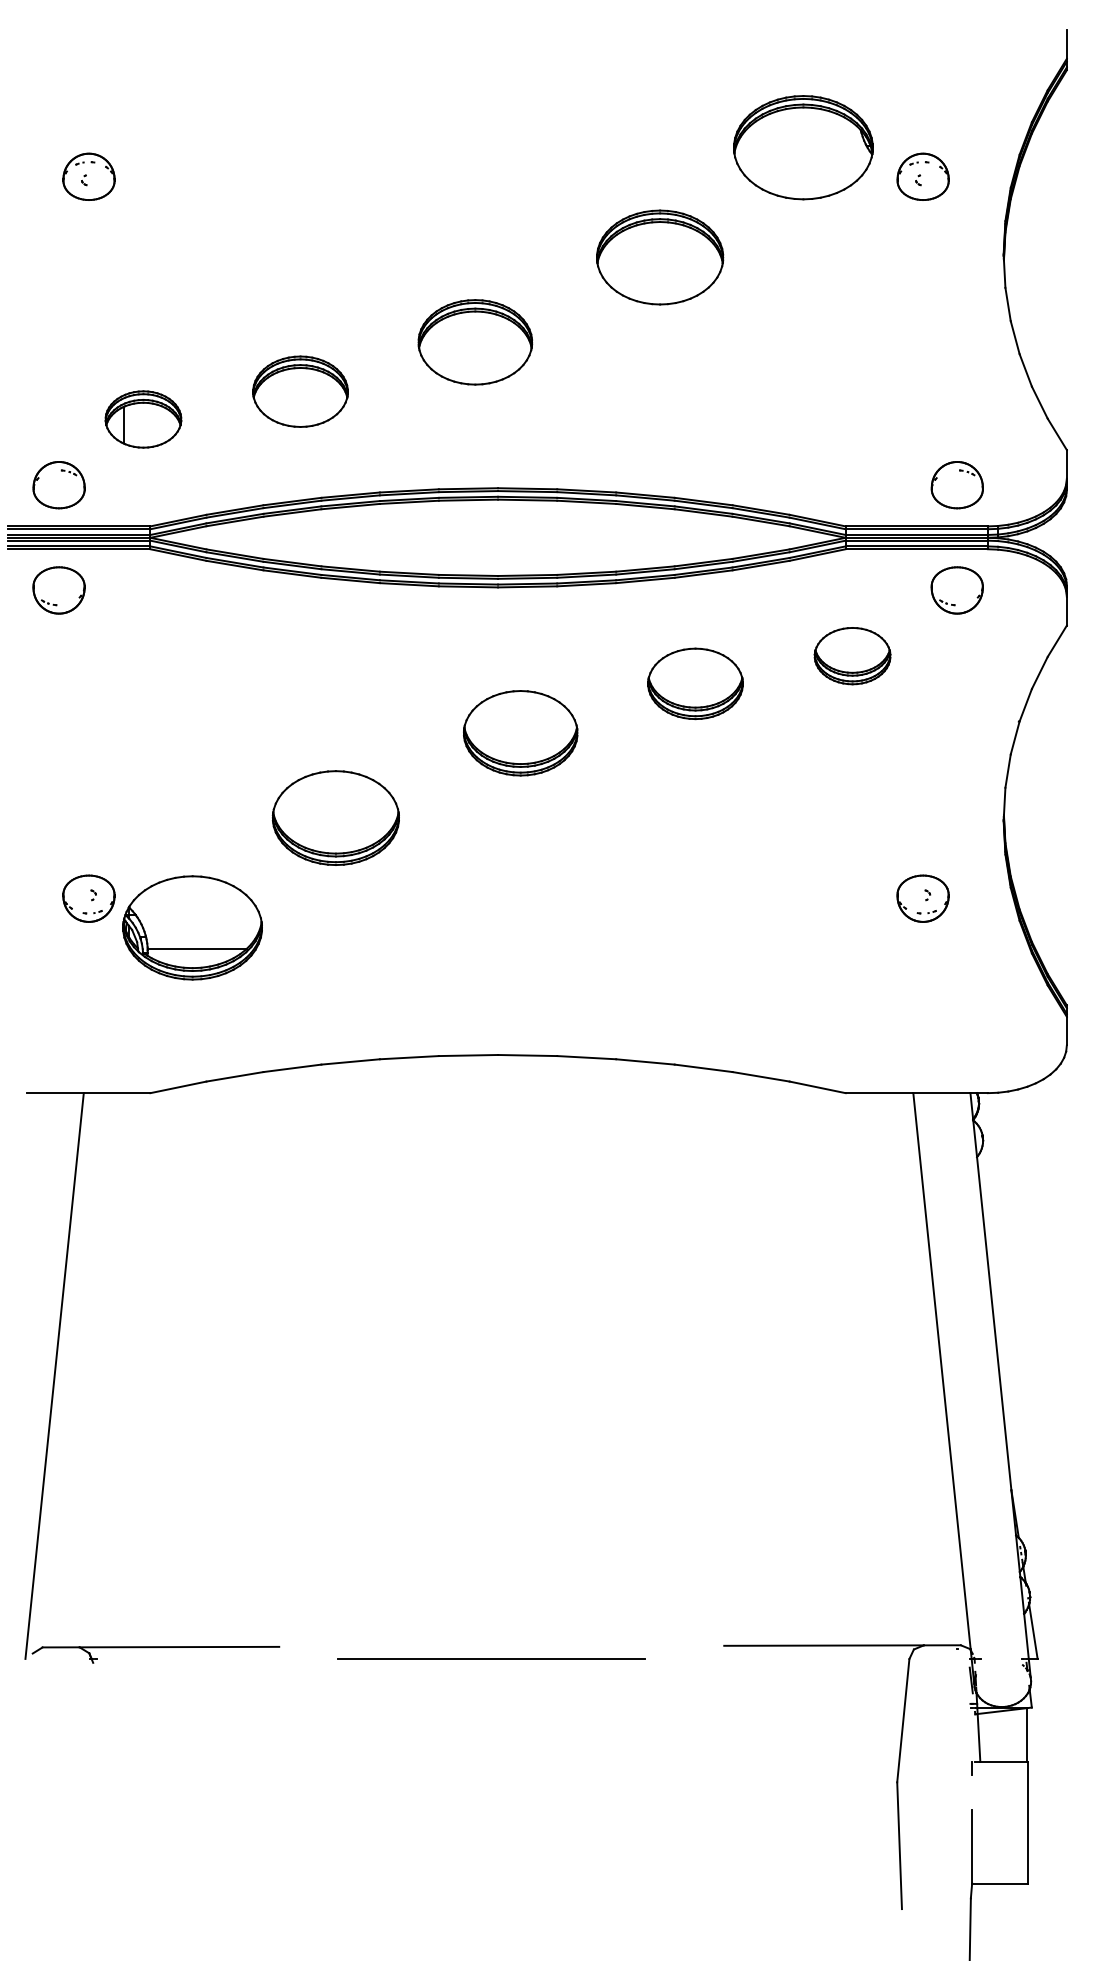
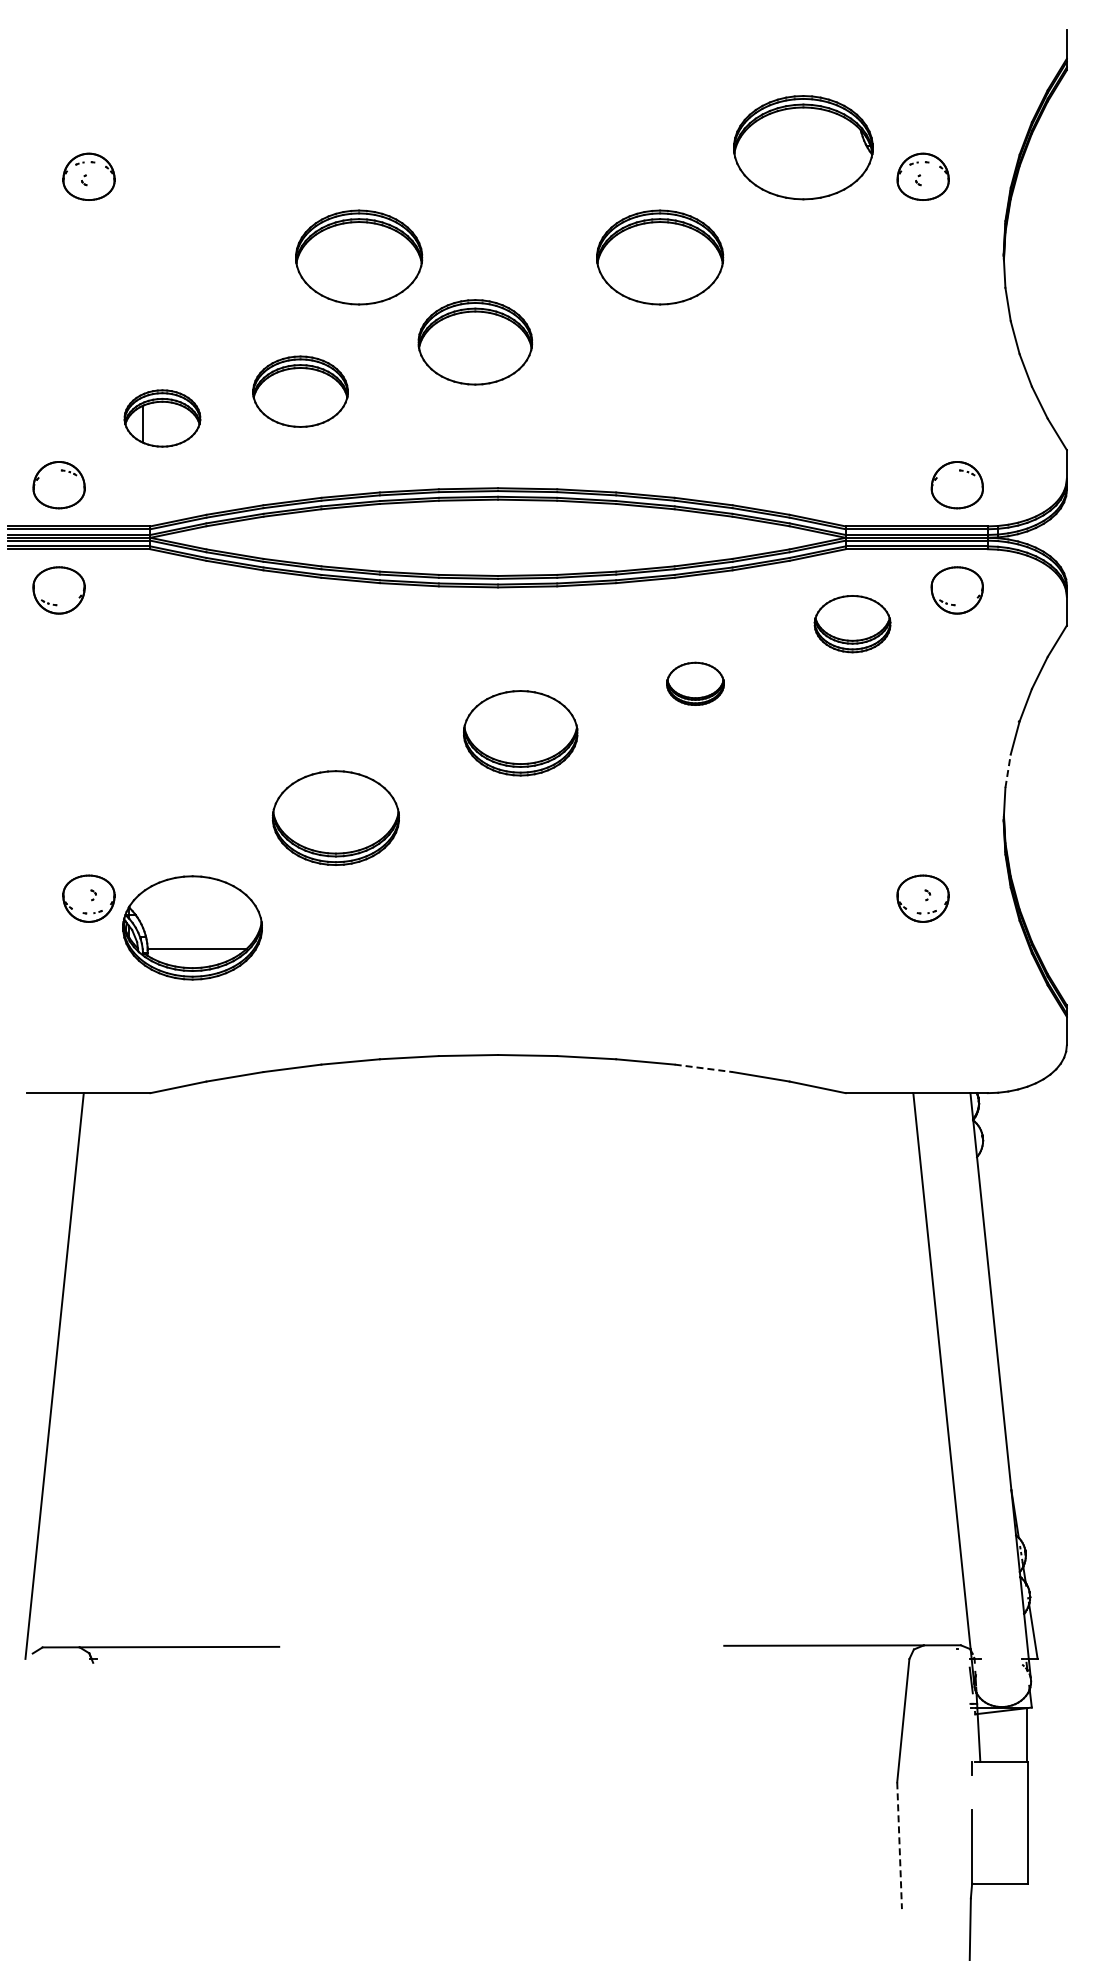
part at (359, 257): none -> present
part at (143, 419) position: (143, 419) -> (162, 418)
part at (852, 656) position: (852, 656) -> (852, 624)
part at (695, 683) size: 97x74 px -> 59x45 px
line at (1008, 771): solid -> dashed
line at (704, 1068): solid -> dashed
line at (491, 1658): present -> none
line at (899, 1846): solid -> dashed
